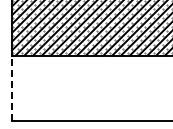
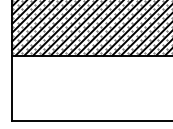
line at (11, 88): dashed -> solid
